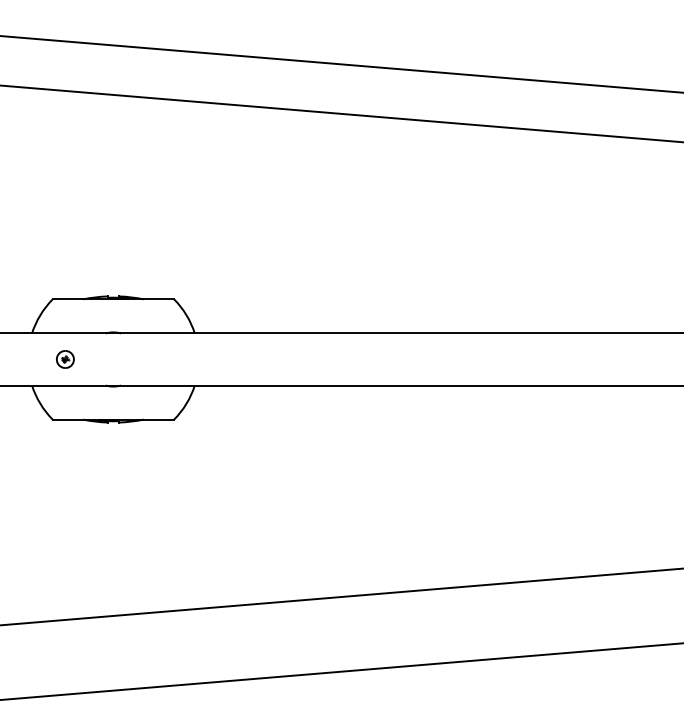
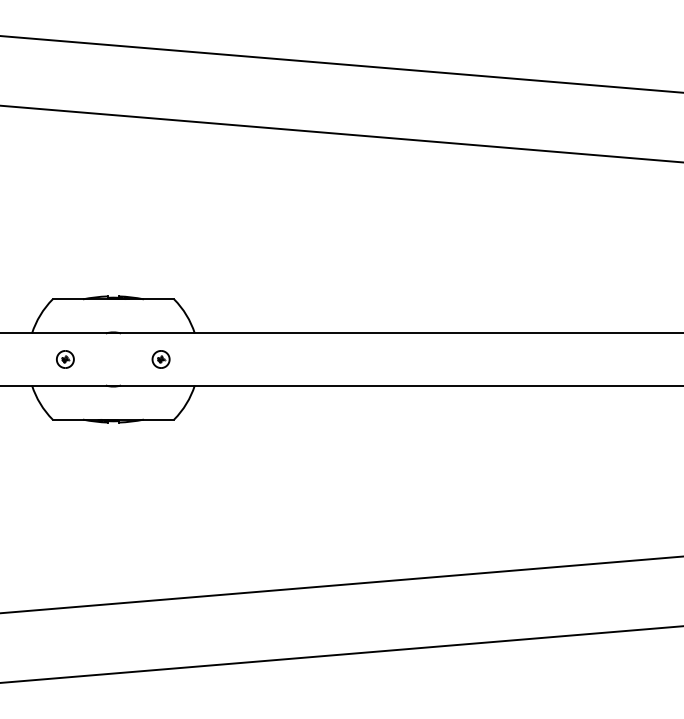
line at (341, 113) position: (341, 113) -> (341, 133)
part at (160, 359): none -> present
line at (341, 596) position: (341, 596) -> (341, 584)
line at (341, 671) position: (341, 671) -> (341, 654)
